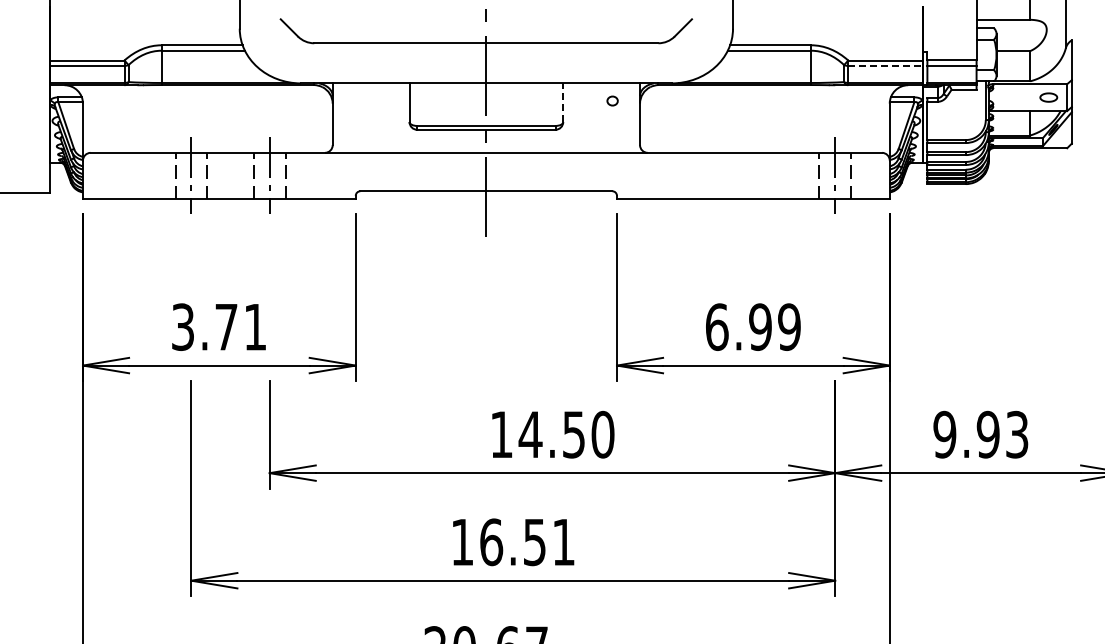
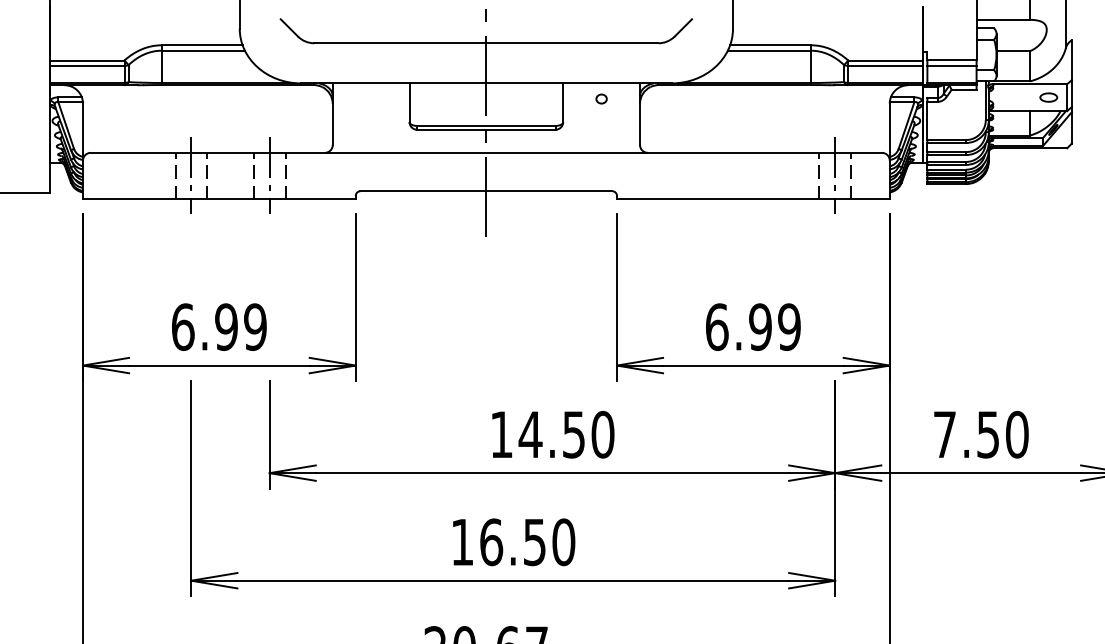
line at (886, 65): dashed -> solid
part at (612, 100) position: (612, 100) -> (601, 98)
line at (563, 102): dashed -> solid
text at (219, 326): 3.71 -> 6.99
text at (980, 434): 9.93 -> 7.50
text at (563, 542): 16.51 -> 16.50
